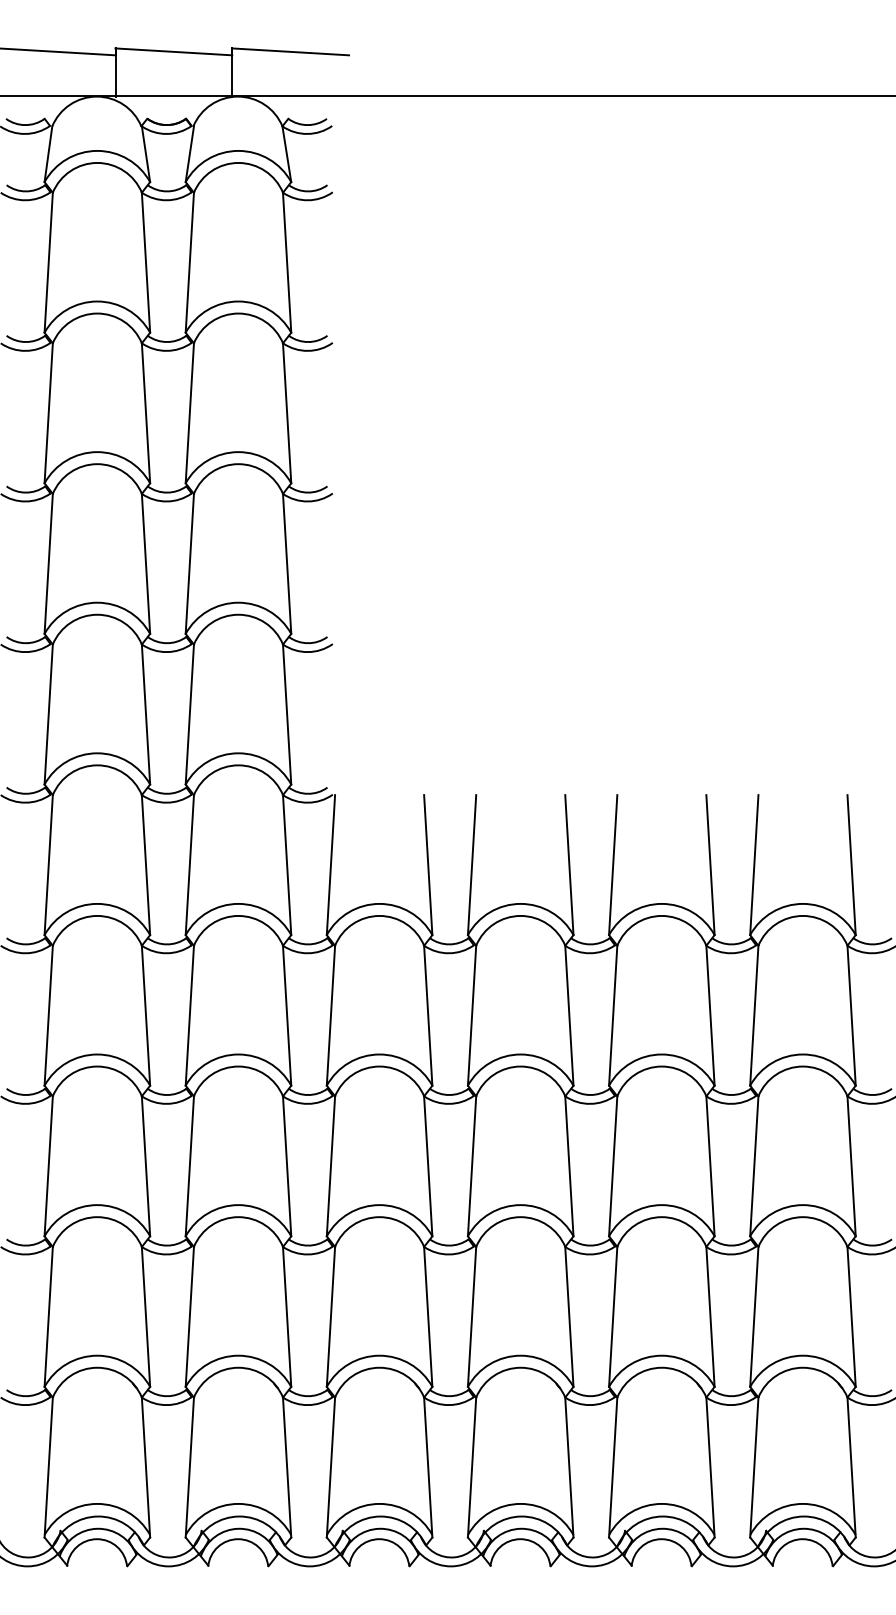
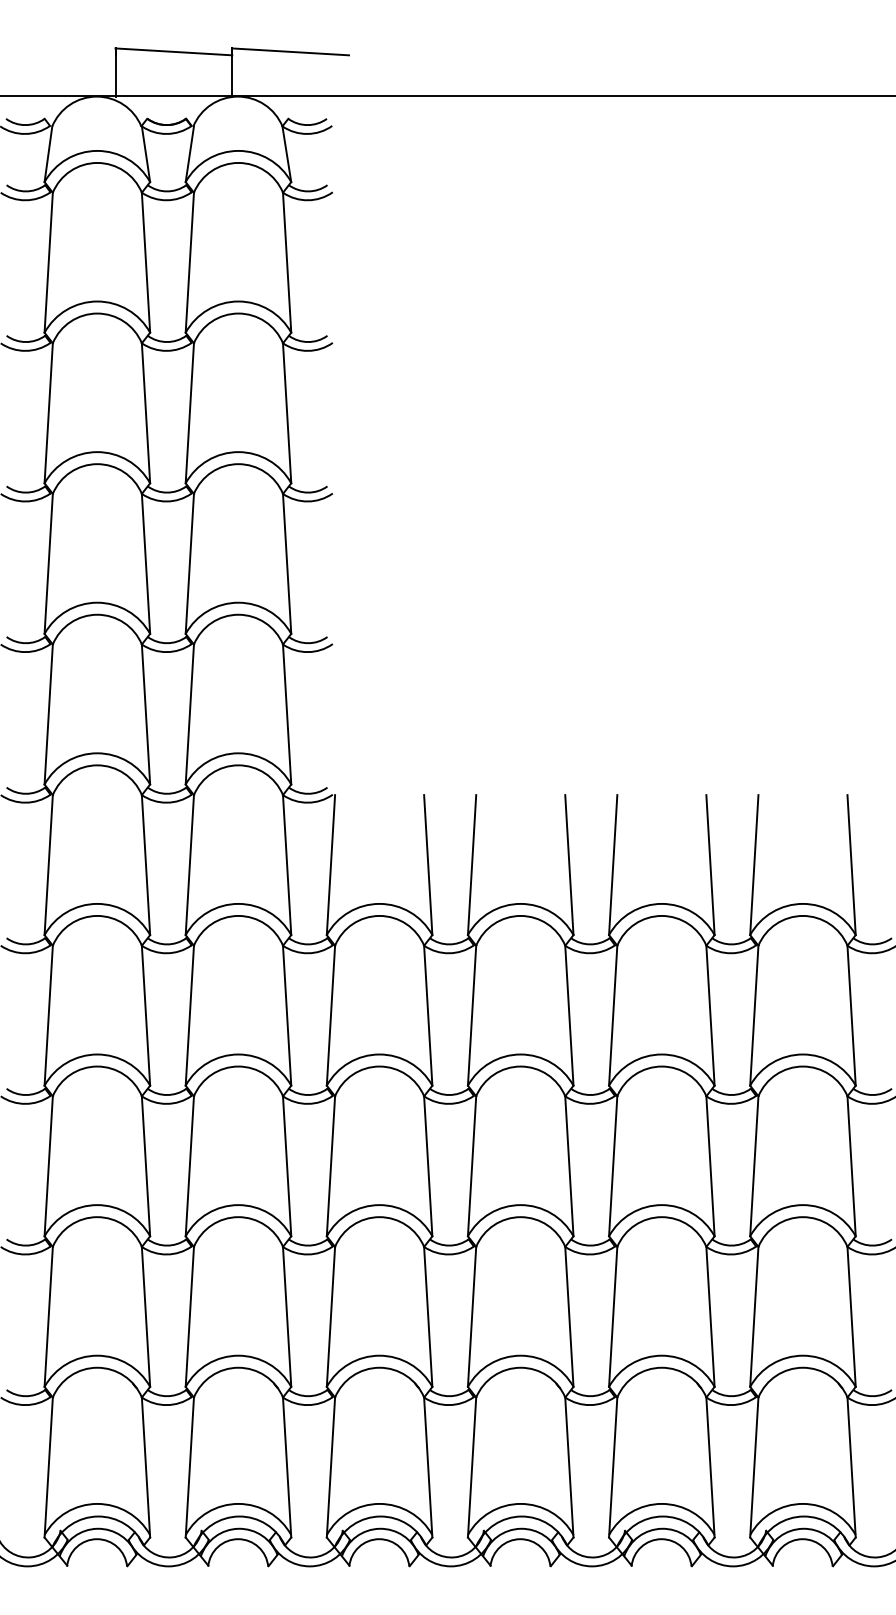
line at (58, 51): present -> none
